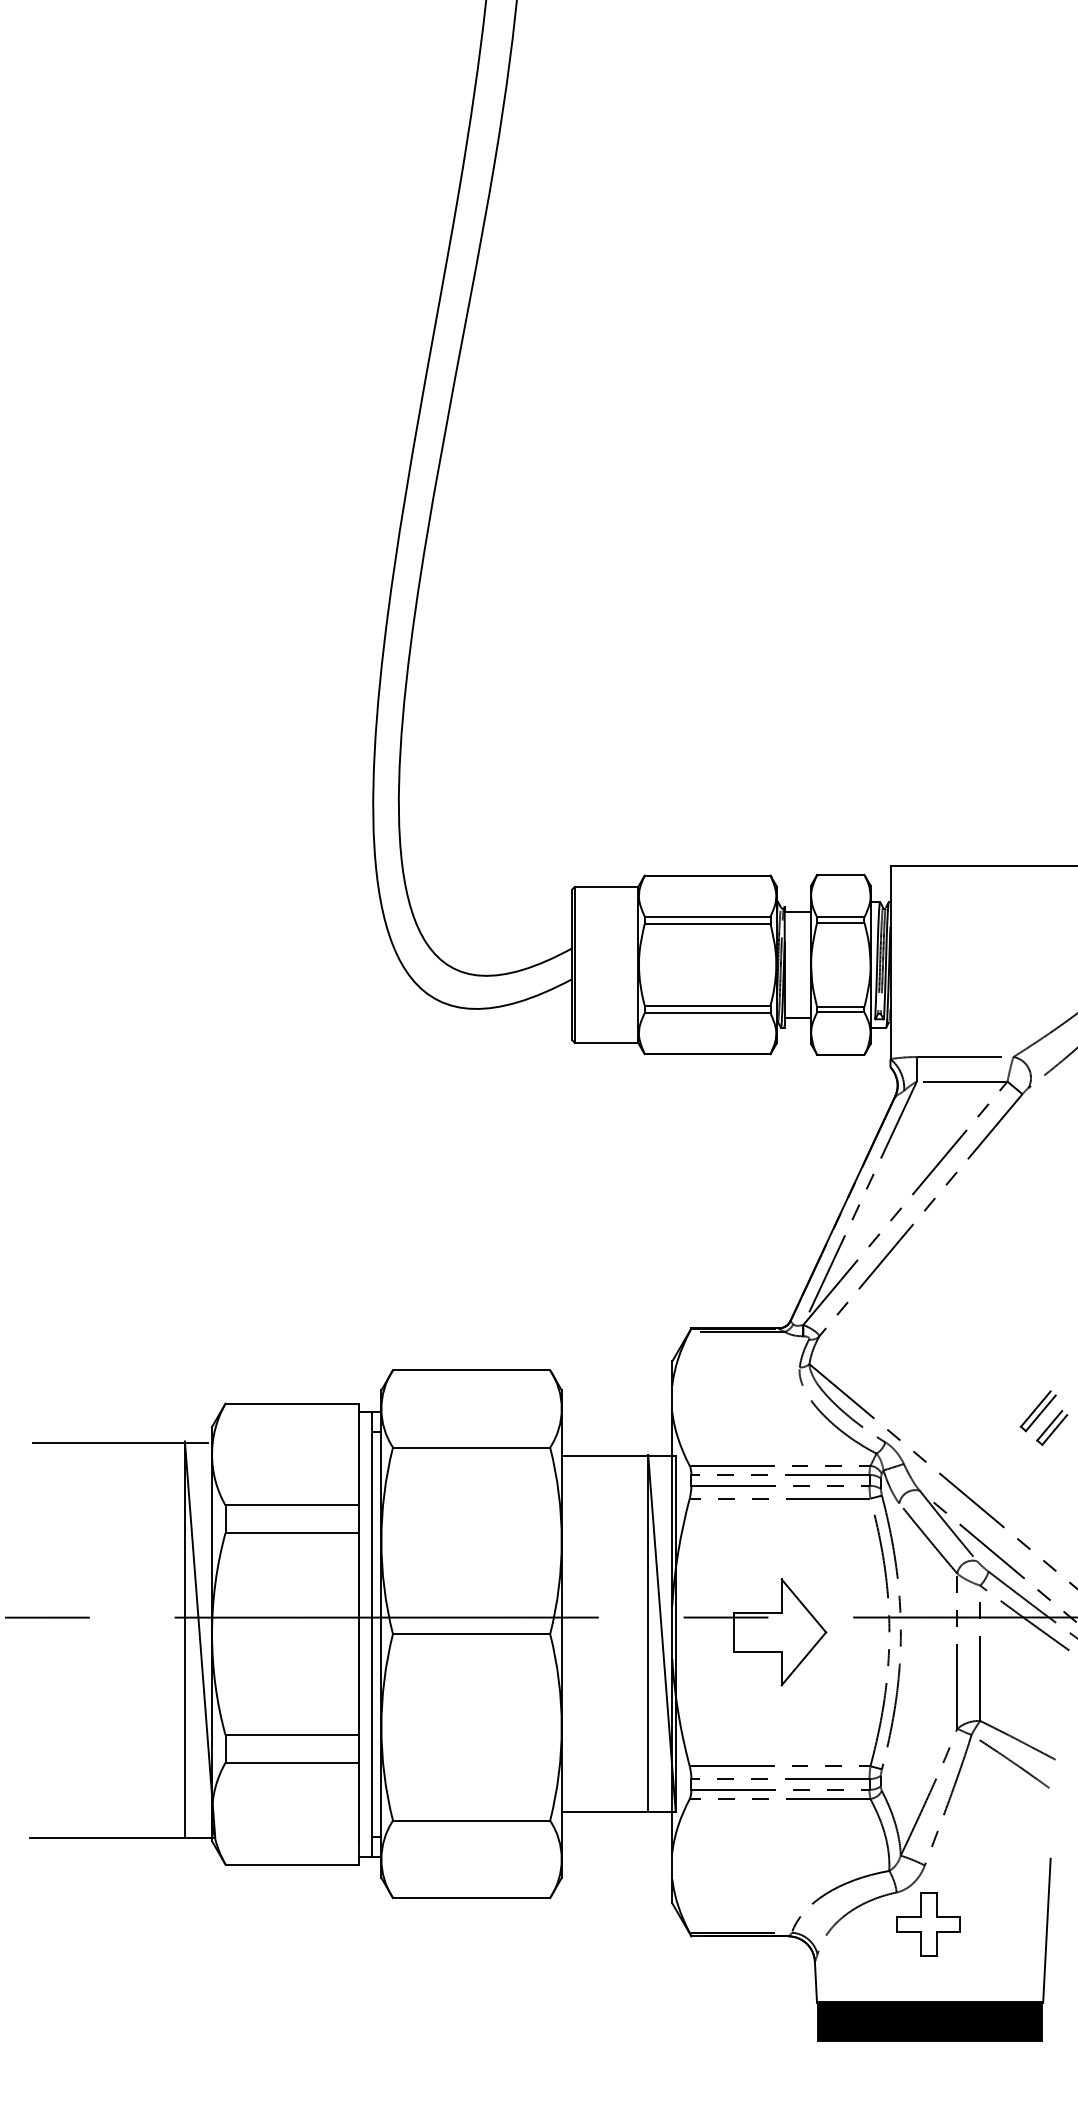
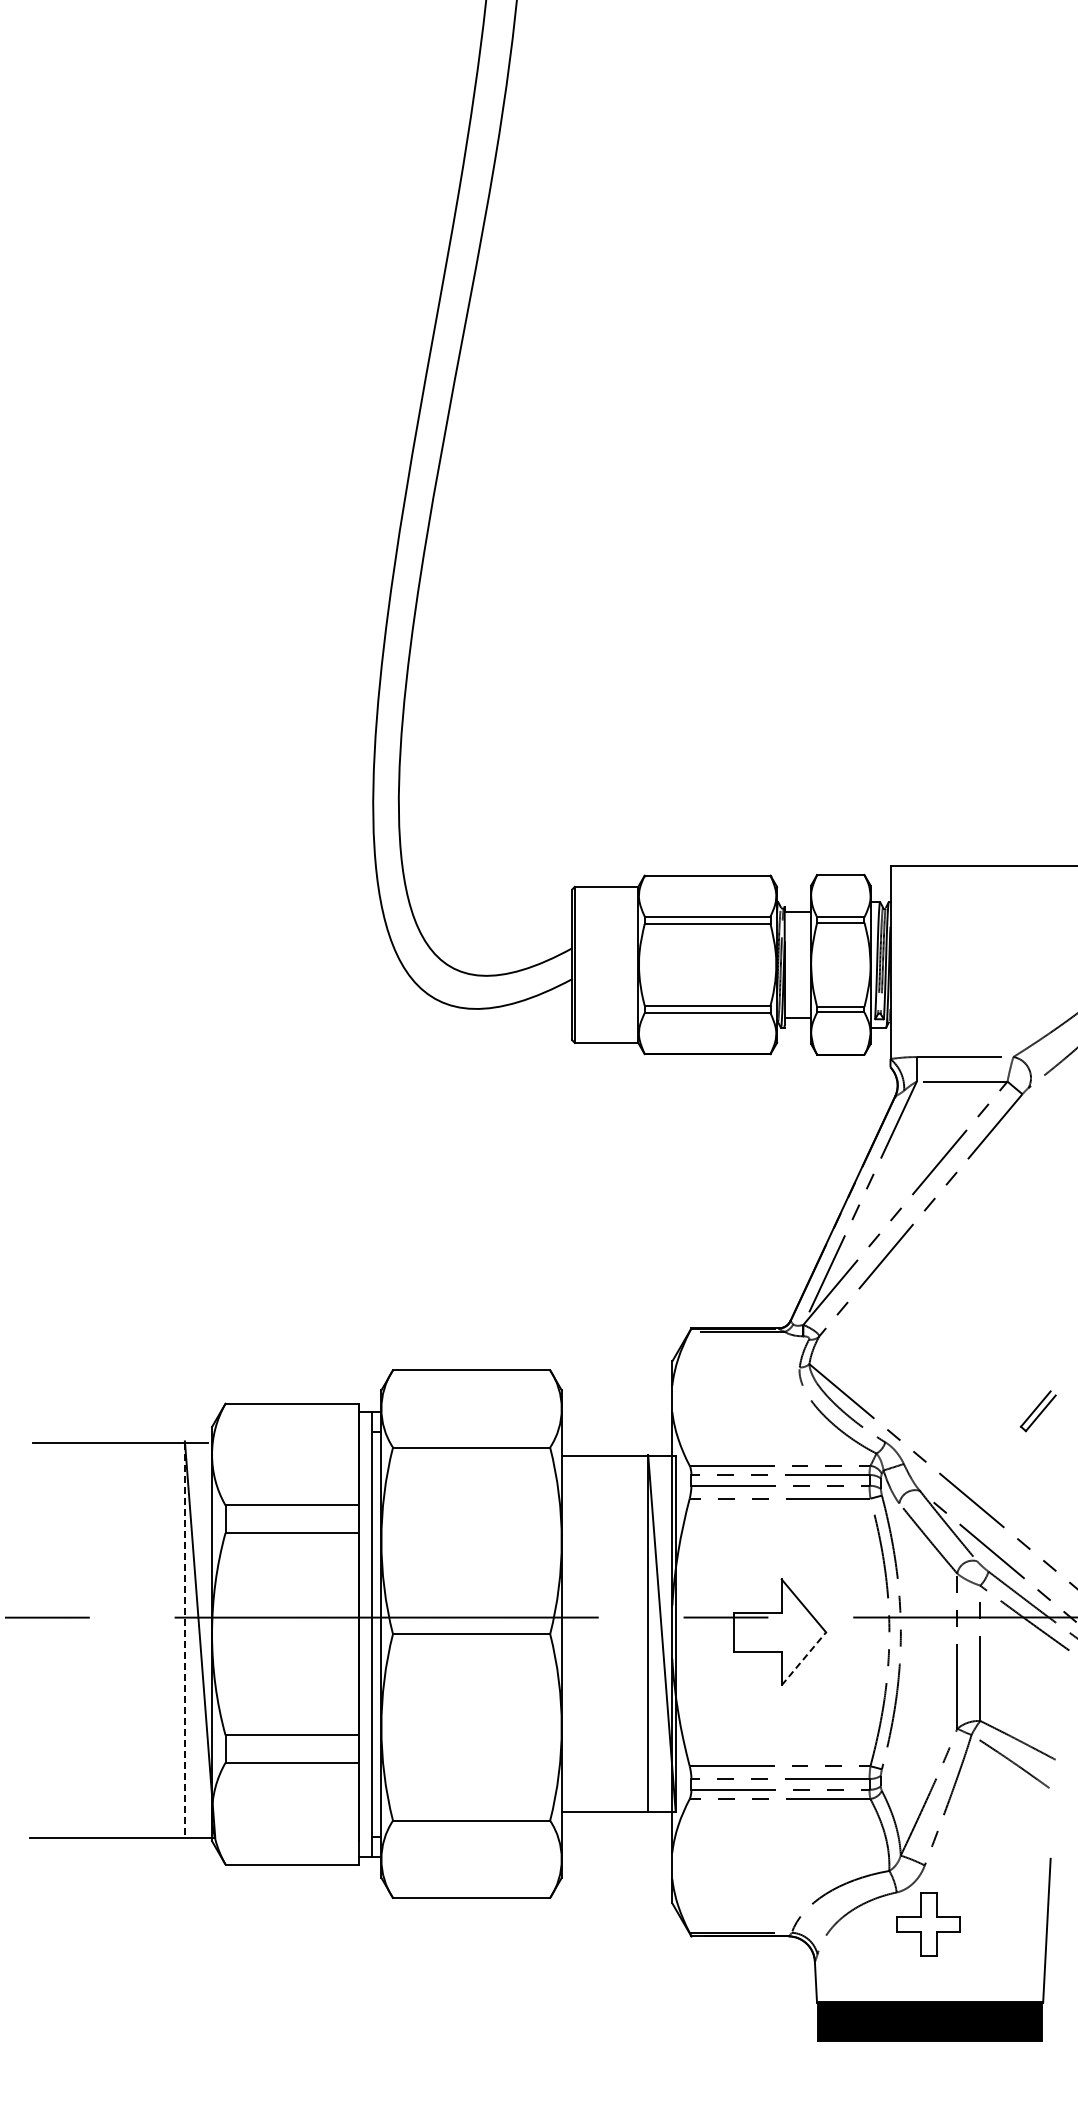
part at (1052, 1427): present -> none
line at (184, 1640): solid -> dashed
line at (803, 1658): solid -> dashed
